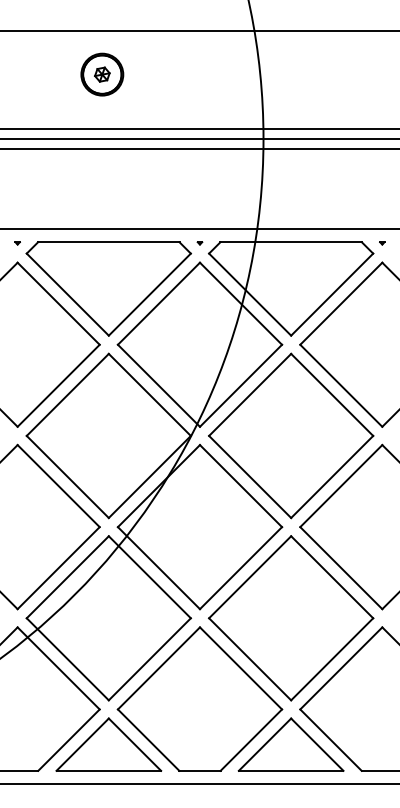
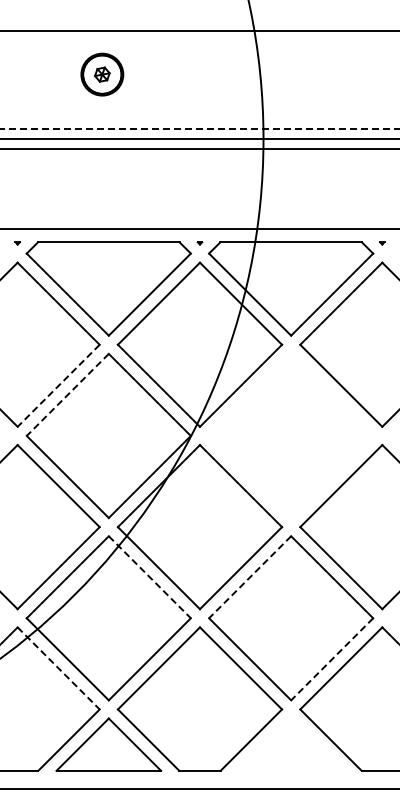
line at (200, 129): solid -> dashed
line at (58, 386): solid -> dashed
line at (67, 395): solid -> dashed
part at (291, 435): present -> none
line at (150, 577): solid -> dashed
line at (249, 577): solid -> dashed
line at (331, 659): solid -> dashed
line at (59, 668): solid -> dashed
part at (290, 744): present -> none
line at (199, 783) position: (199, 783) -> (199, 788)
